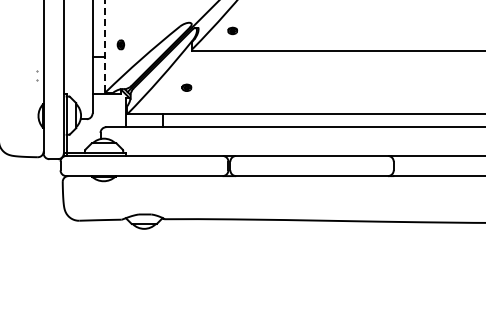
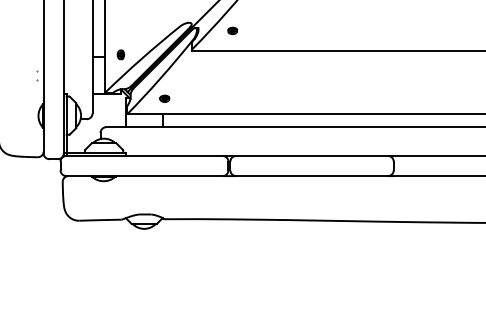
part at (120, 44) position: (120, 44) -> (120, 54)
line at (105, 46): dashed -> solid
part at (186, 87) position: (186, 87) -> (164, 98)
